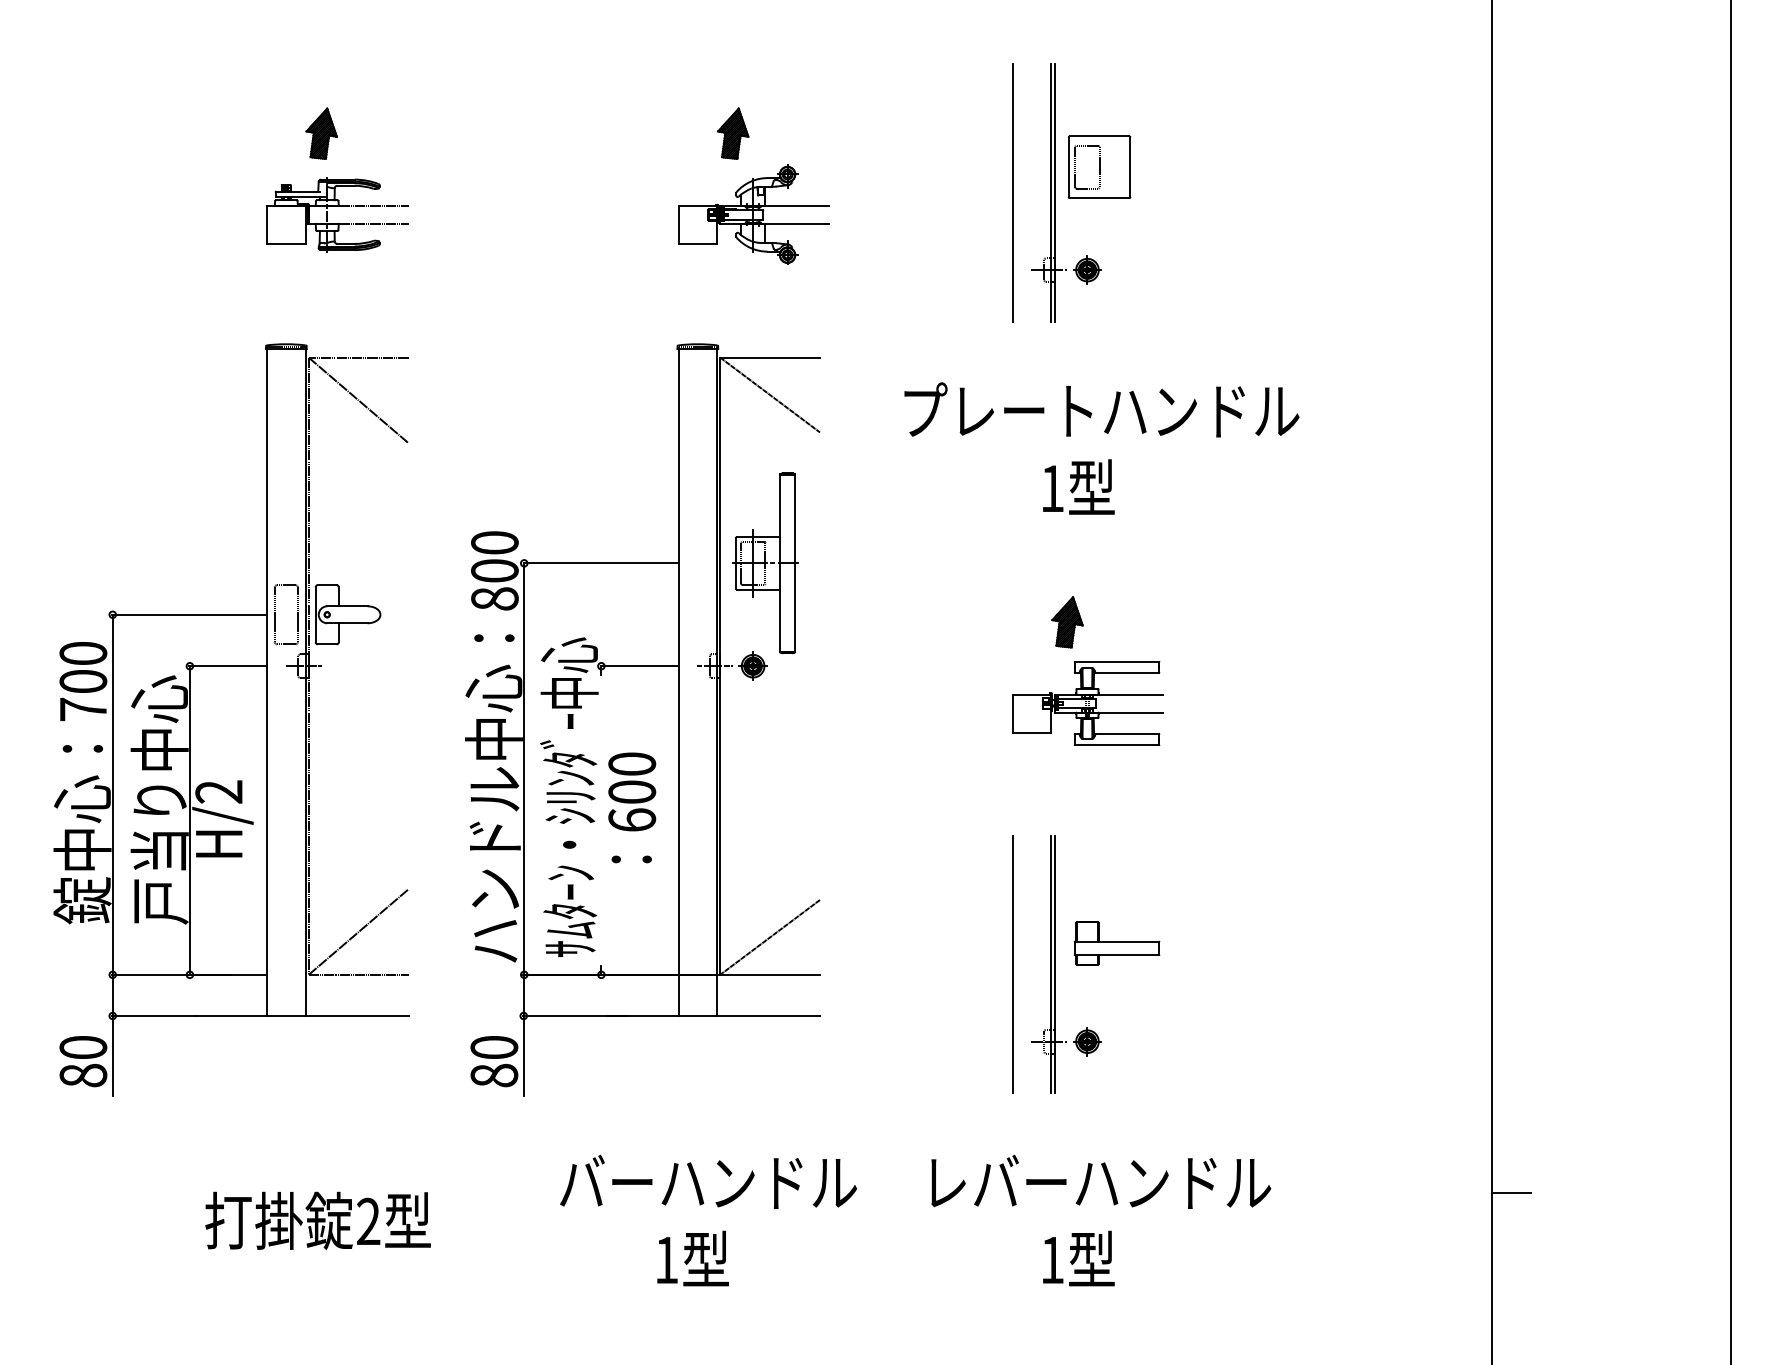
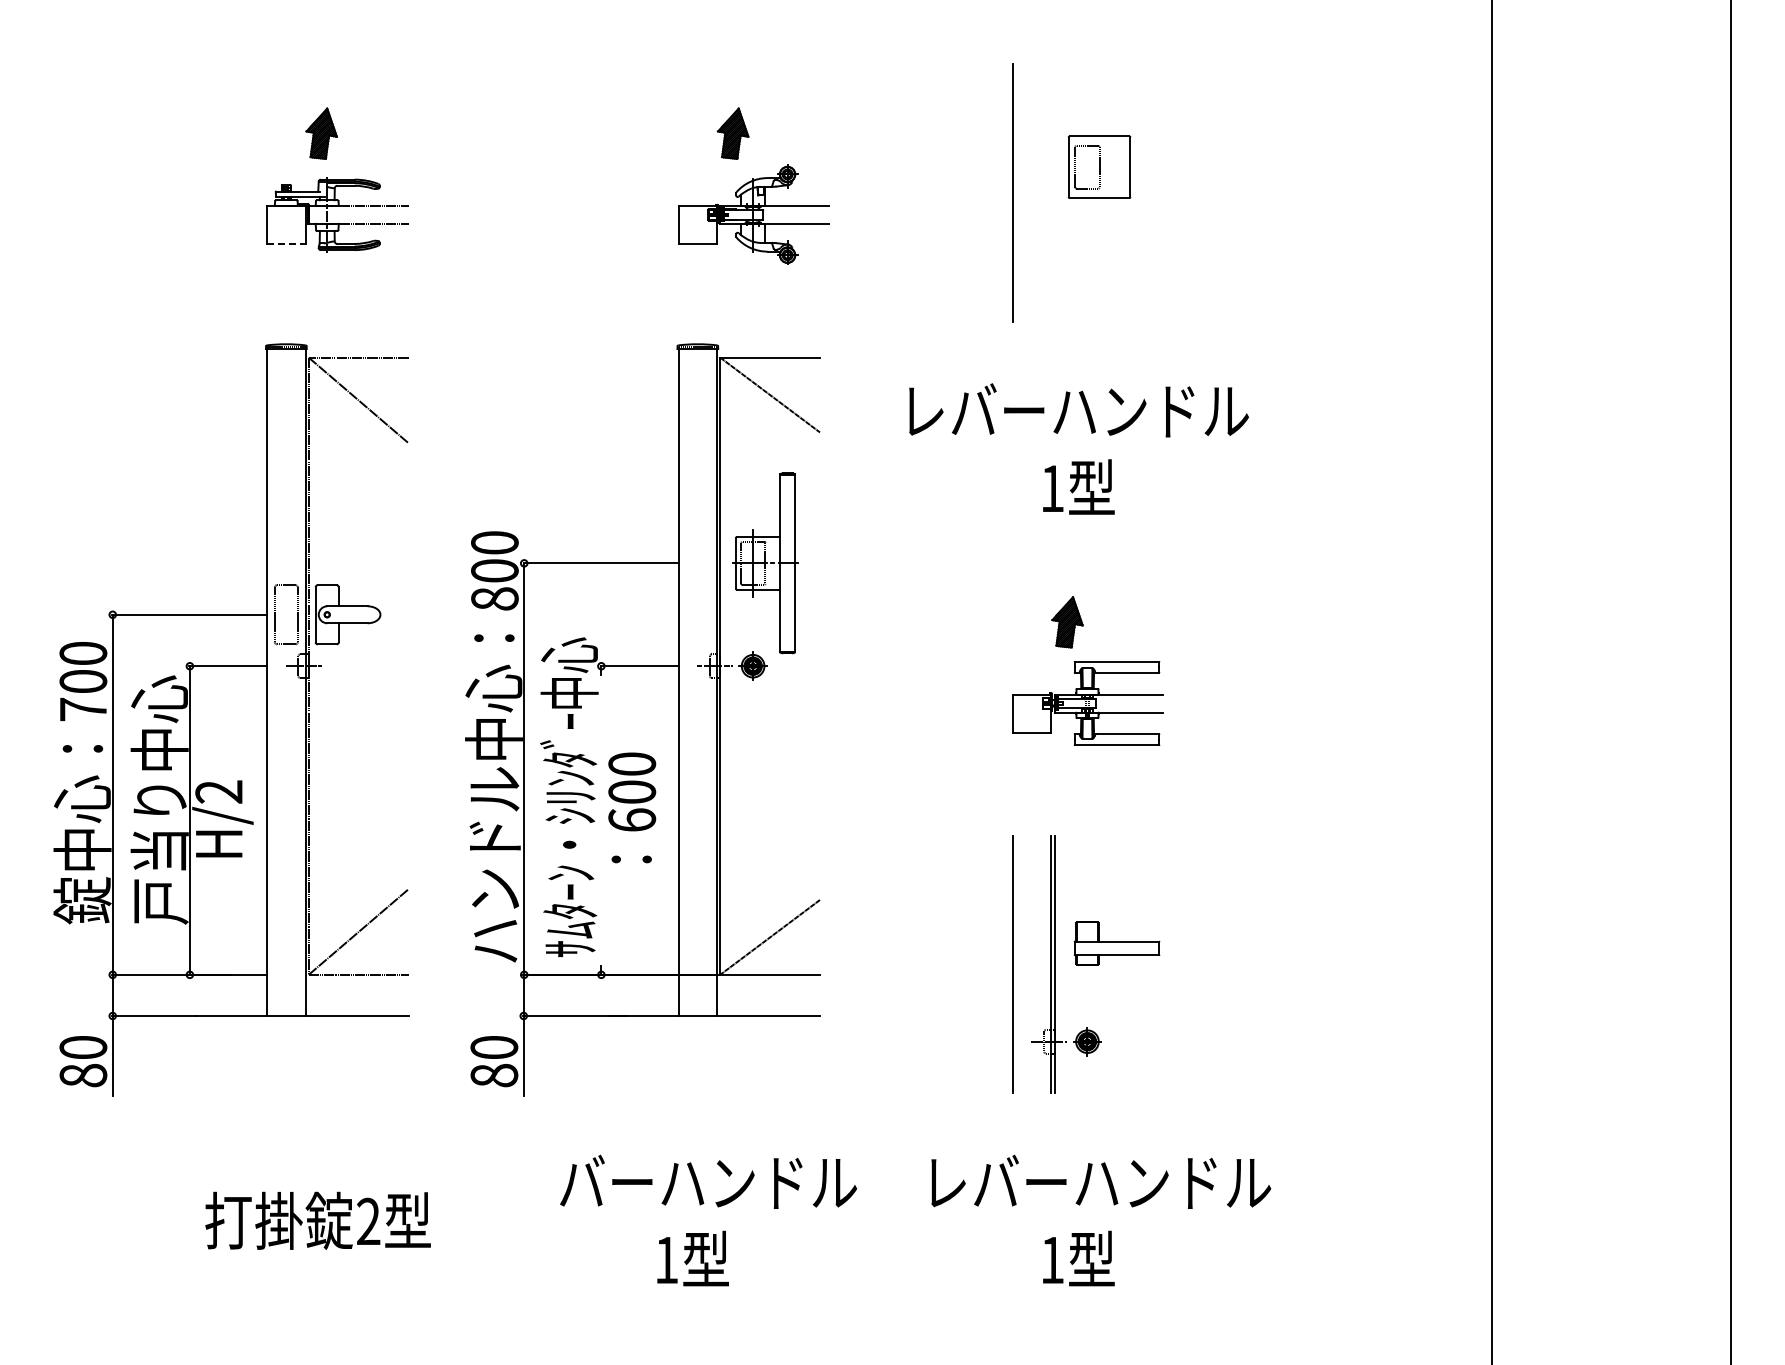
part at (1055, 192): present -> none
line at (286, 244): solid -> dashed
text at (1101, 409): プレートハンドル -> レバーハンドル
line at (1511, 1192): present -> none
